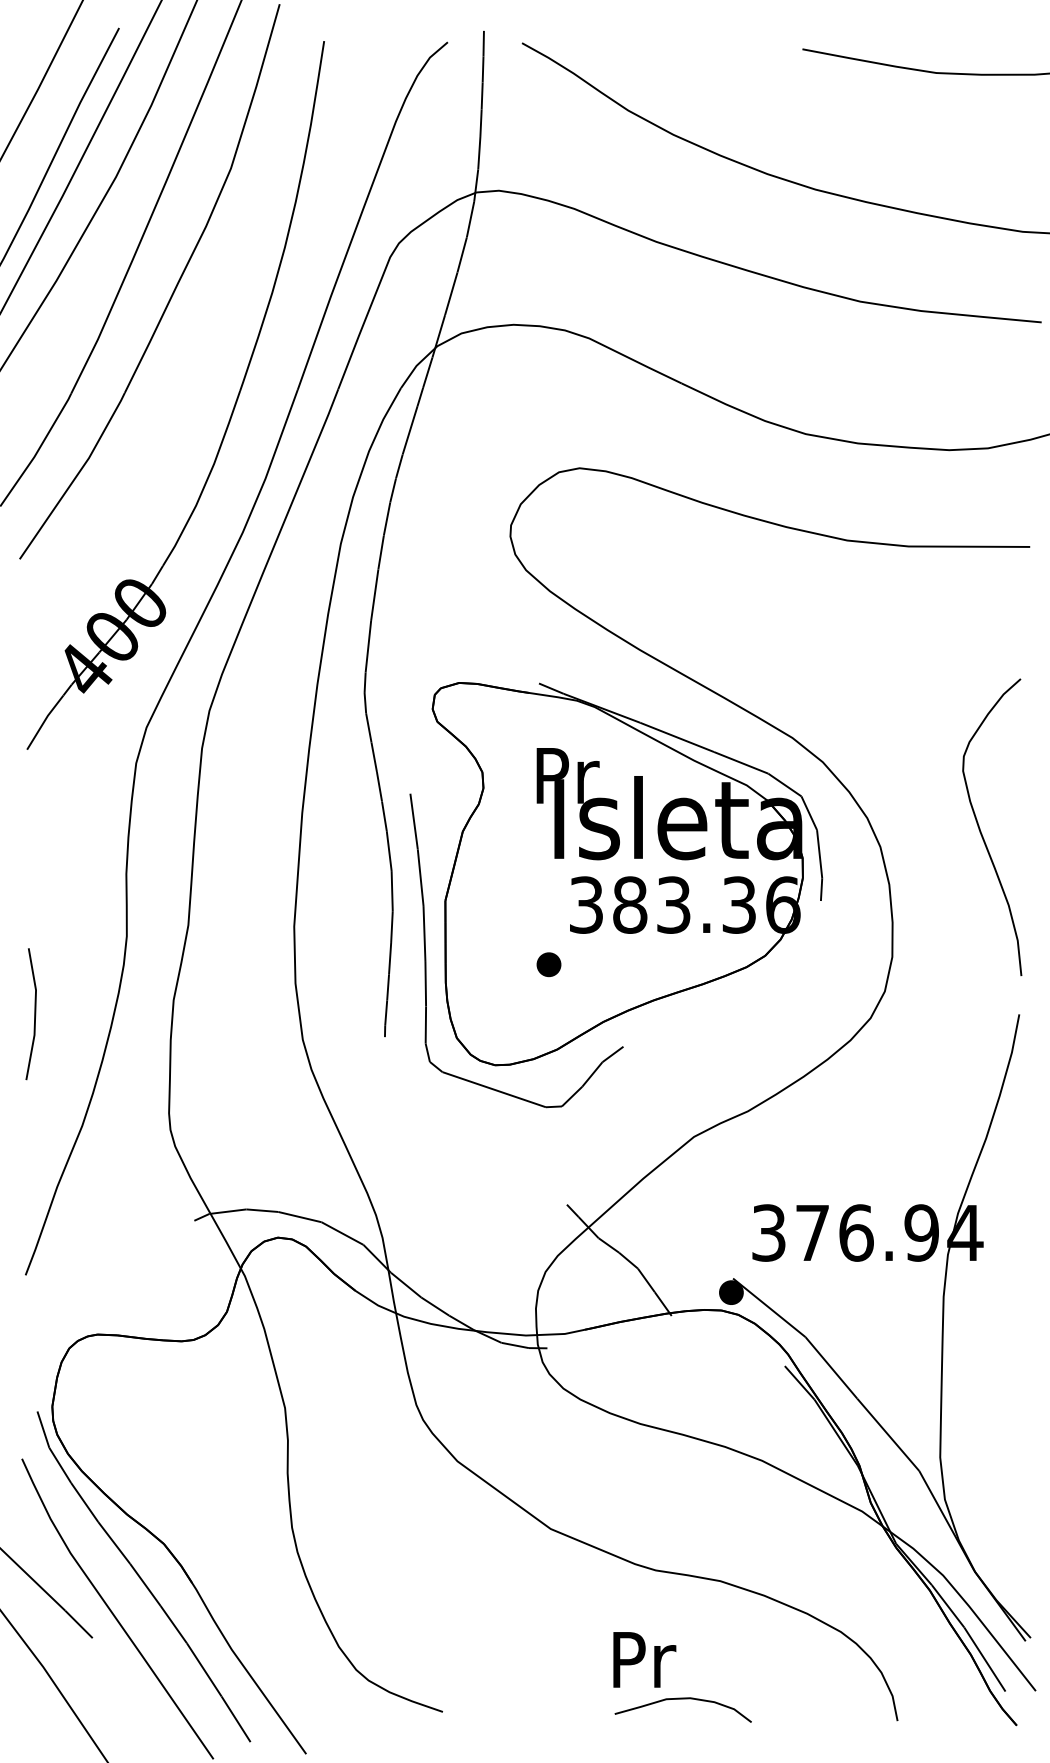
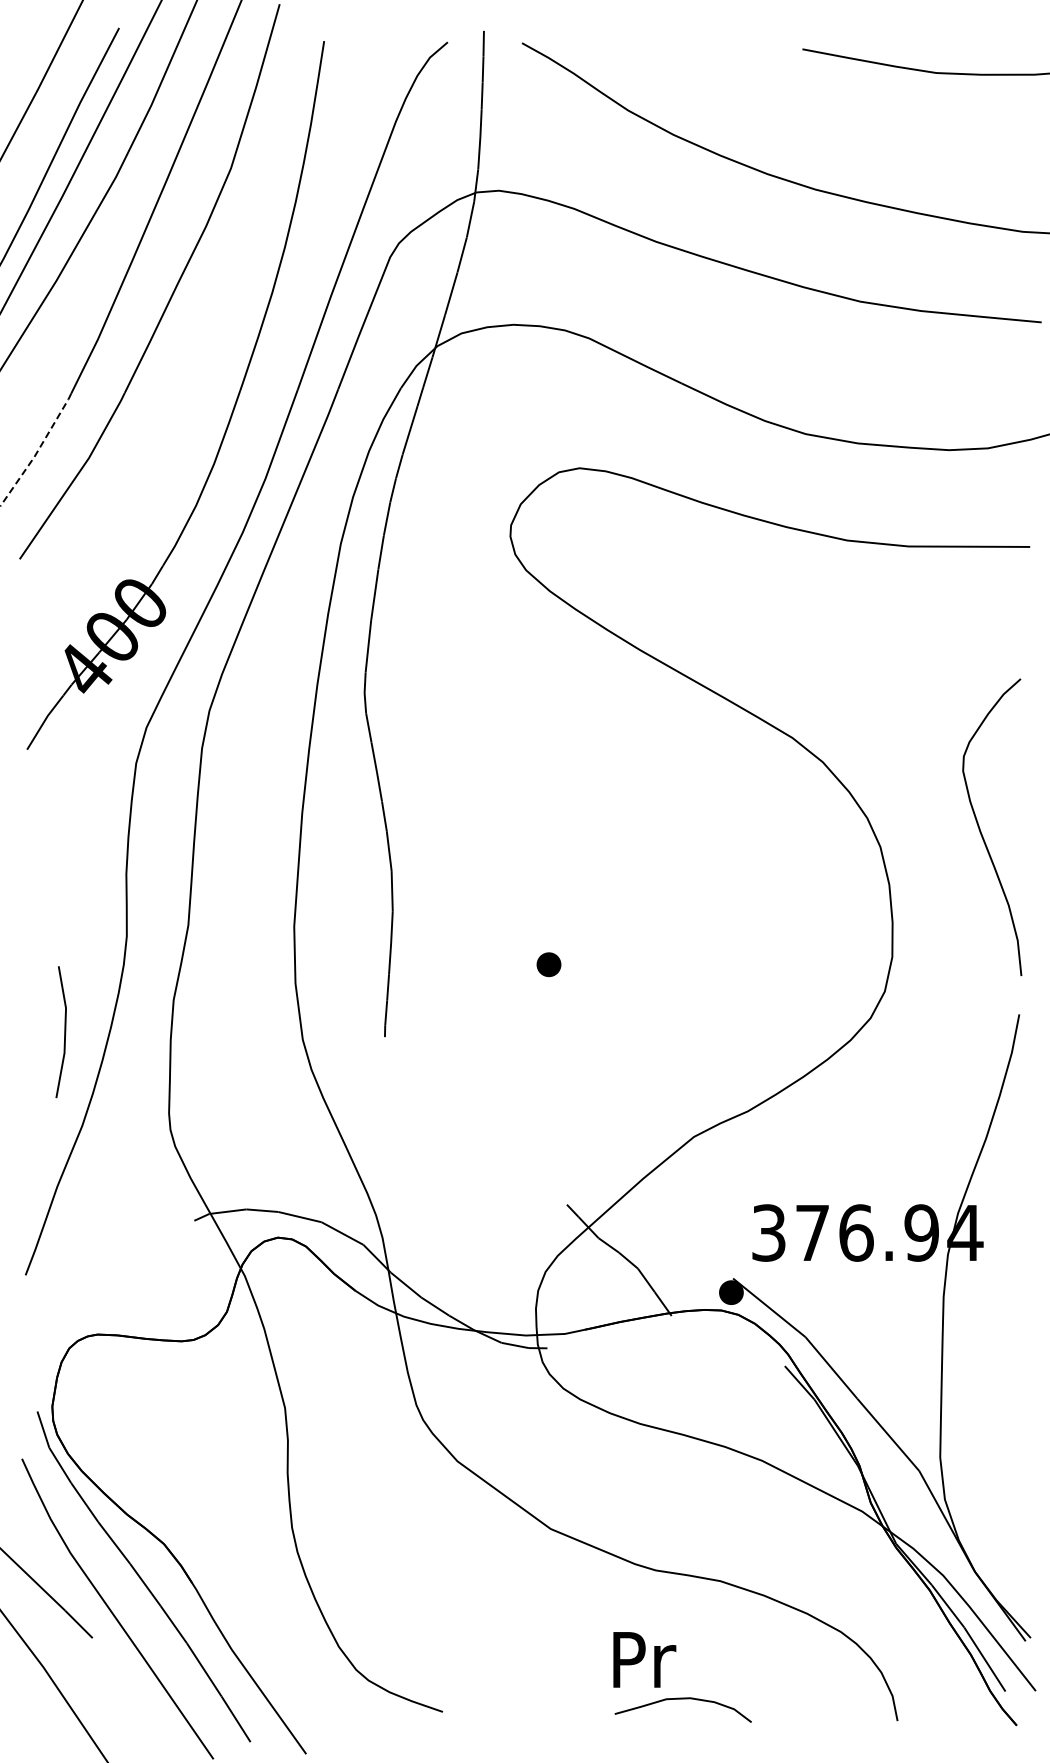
line at (37, 451): solid -> dashed
part at (616, 895): present -> none
line at (34, 1014) position: (34, 1014) -> (64, 1032)
